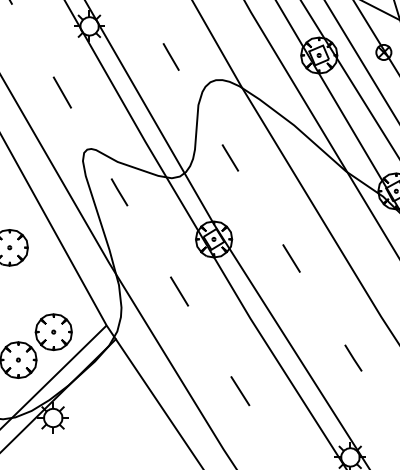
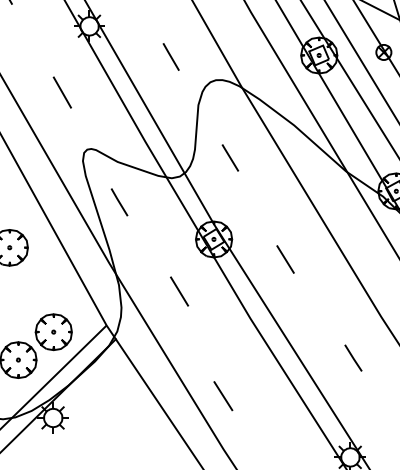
line at (119, 192) position: (119, 192) -> (119, 202)
line at (291, 258) position: (291, 258) -> (285, 259)
line at (240, 391) position: (240, 391) -> (223, 396)
